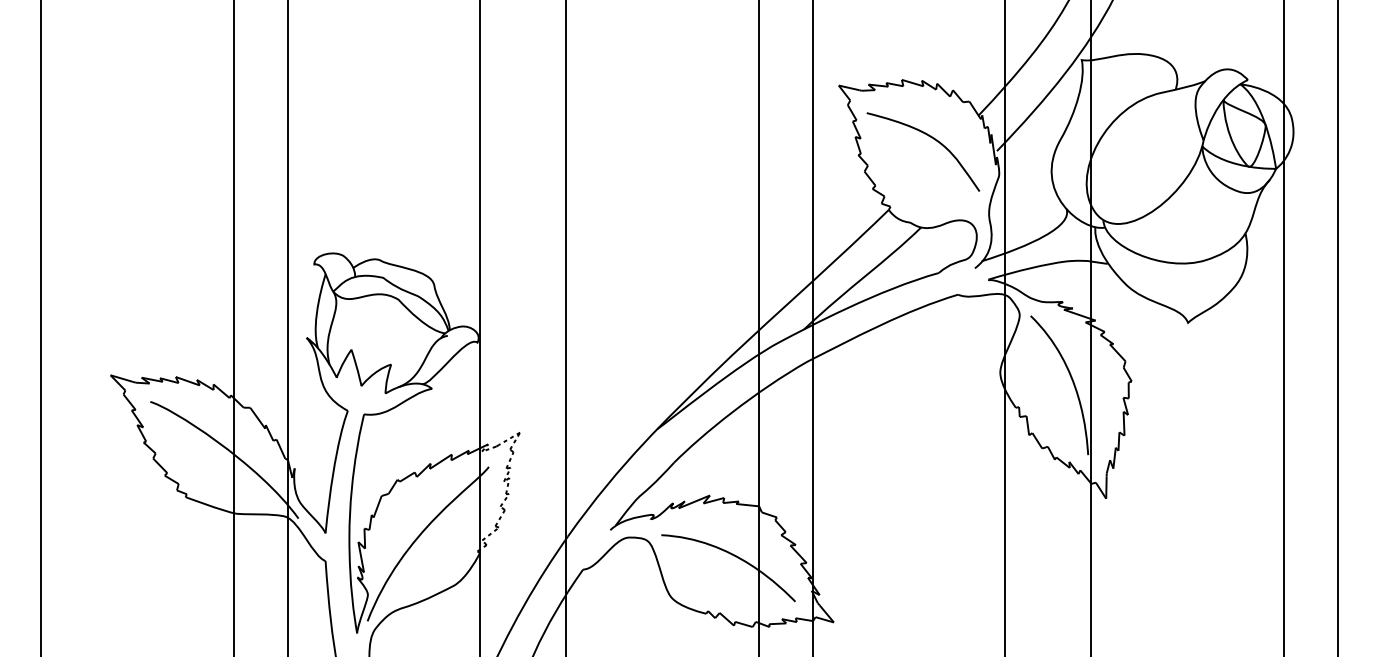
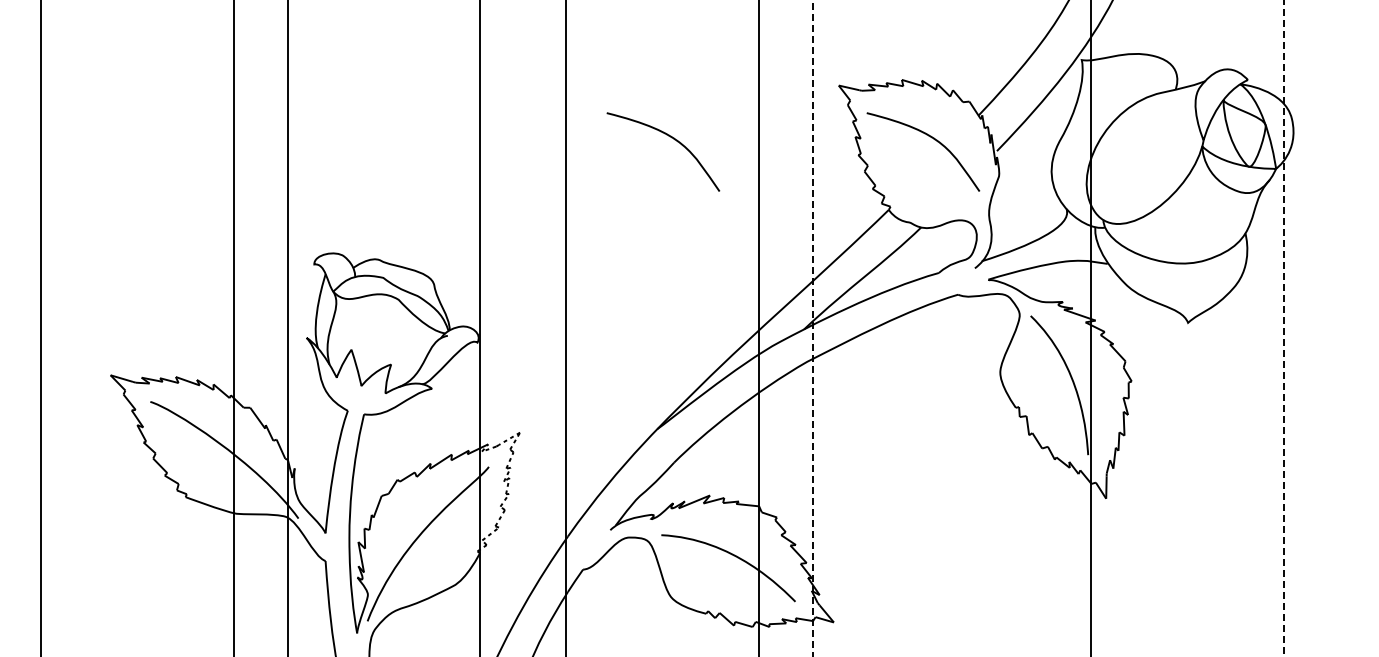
curve at (671, 138): none -> present
line at (1005, 327): present -> none
line at (1337, 327): present -> none
line at (812, 328): solid -> dashed
line at (1283, 328): solid -> dashed
